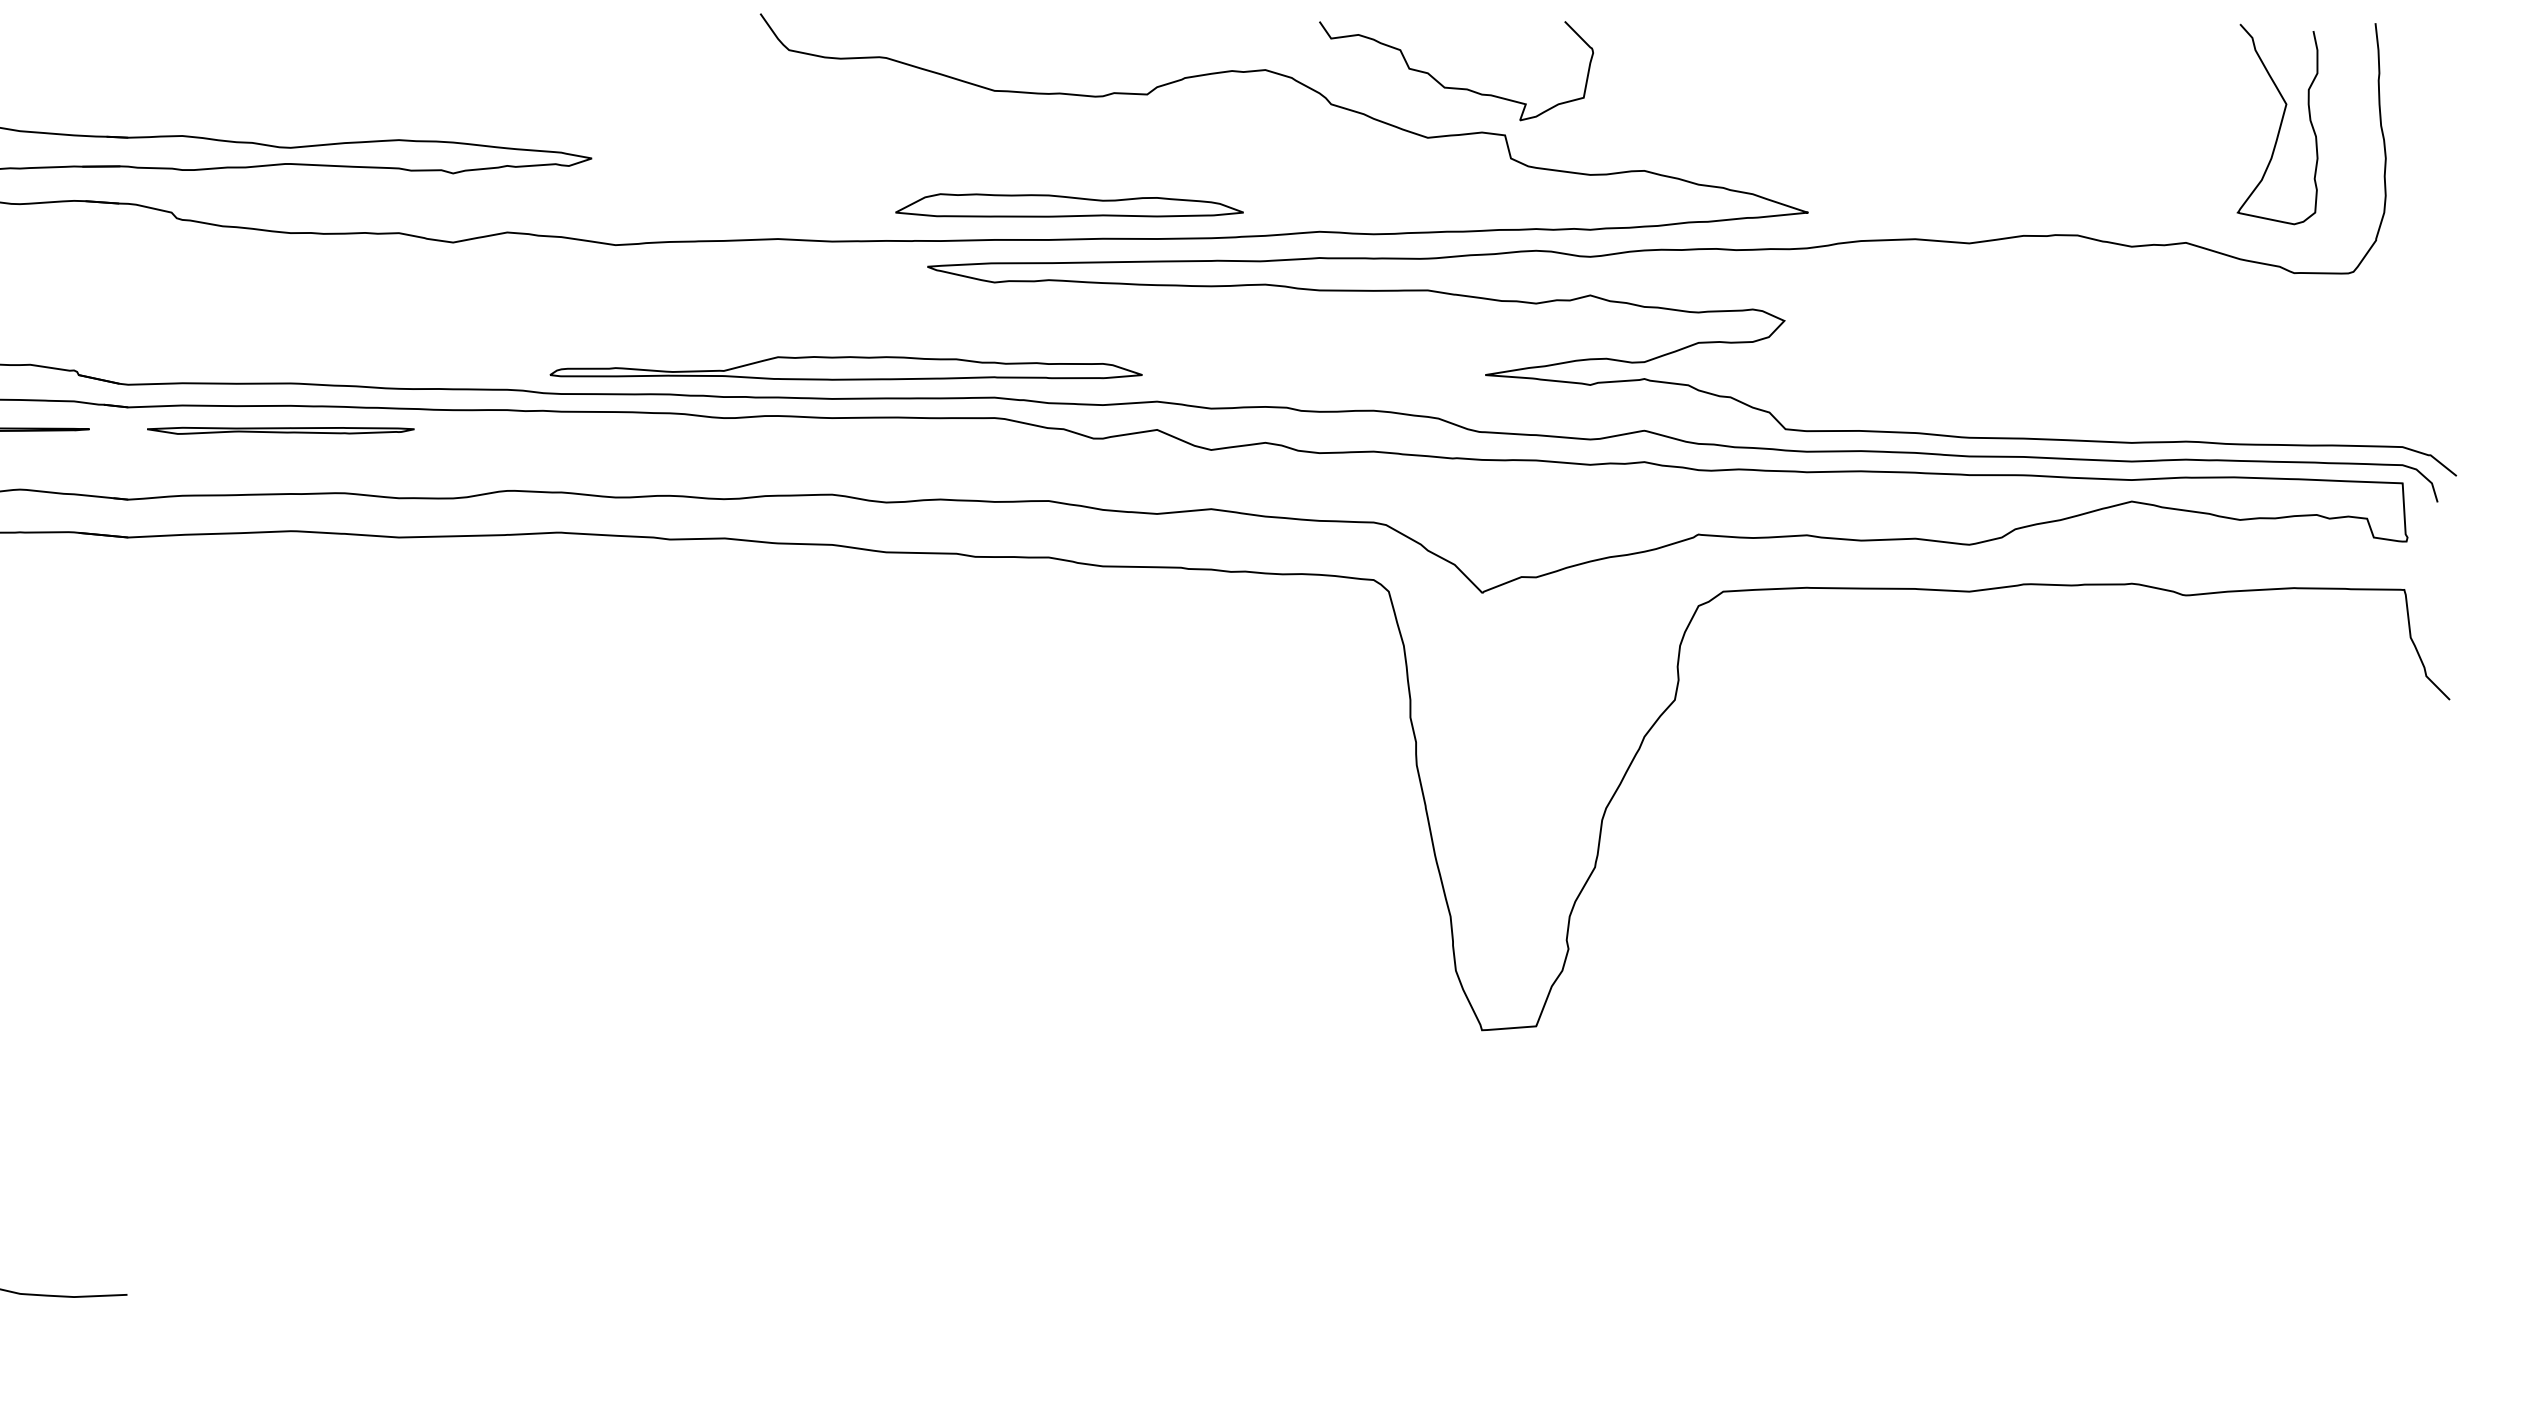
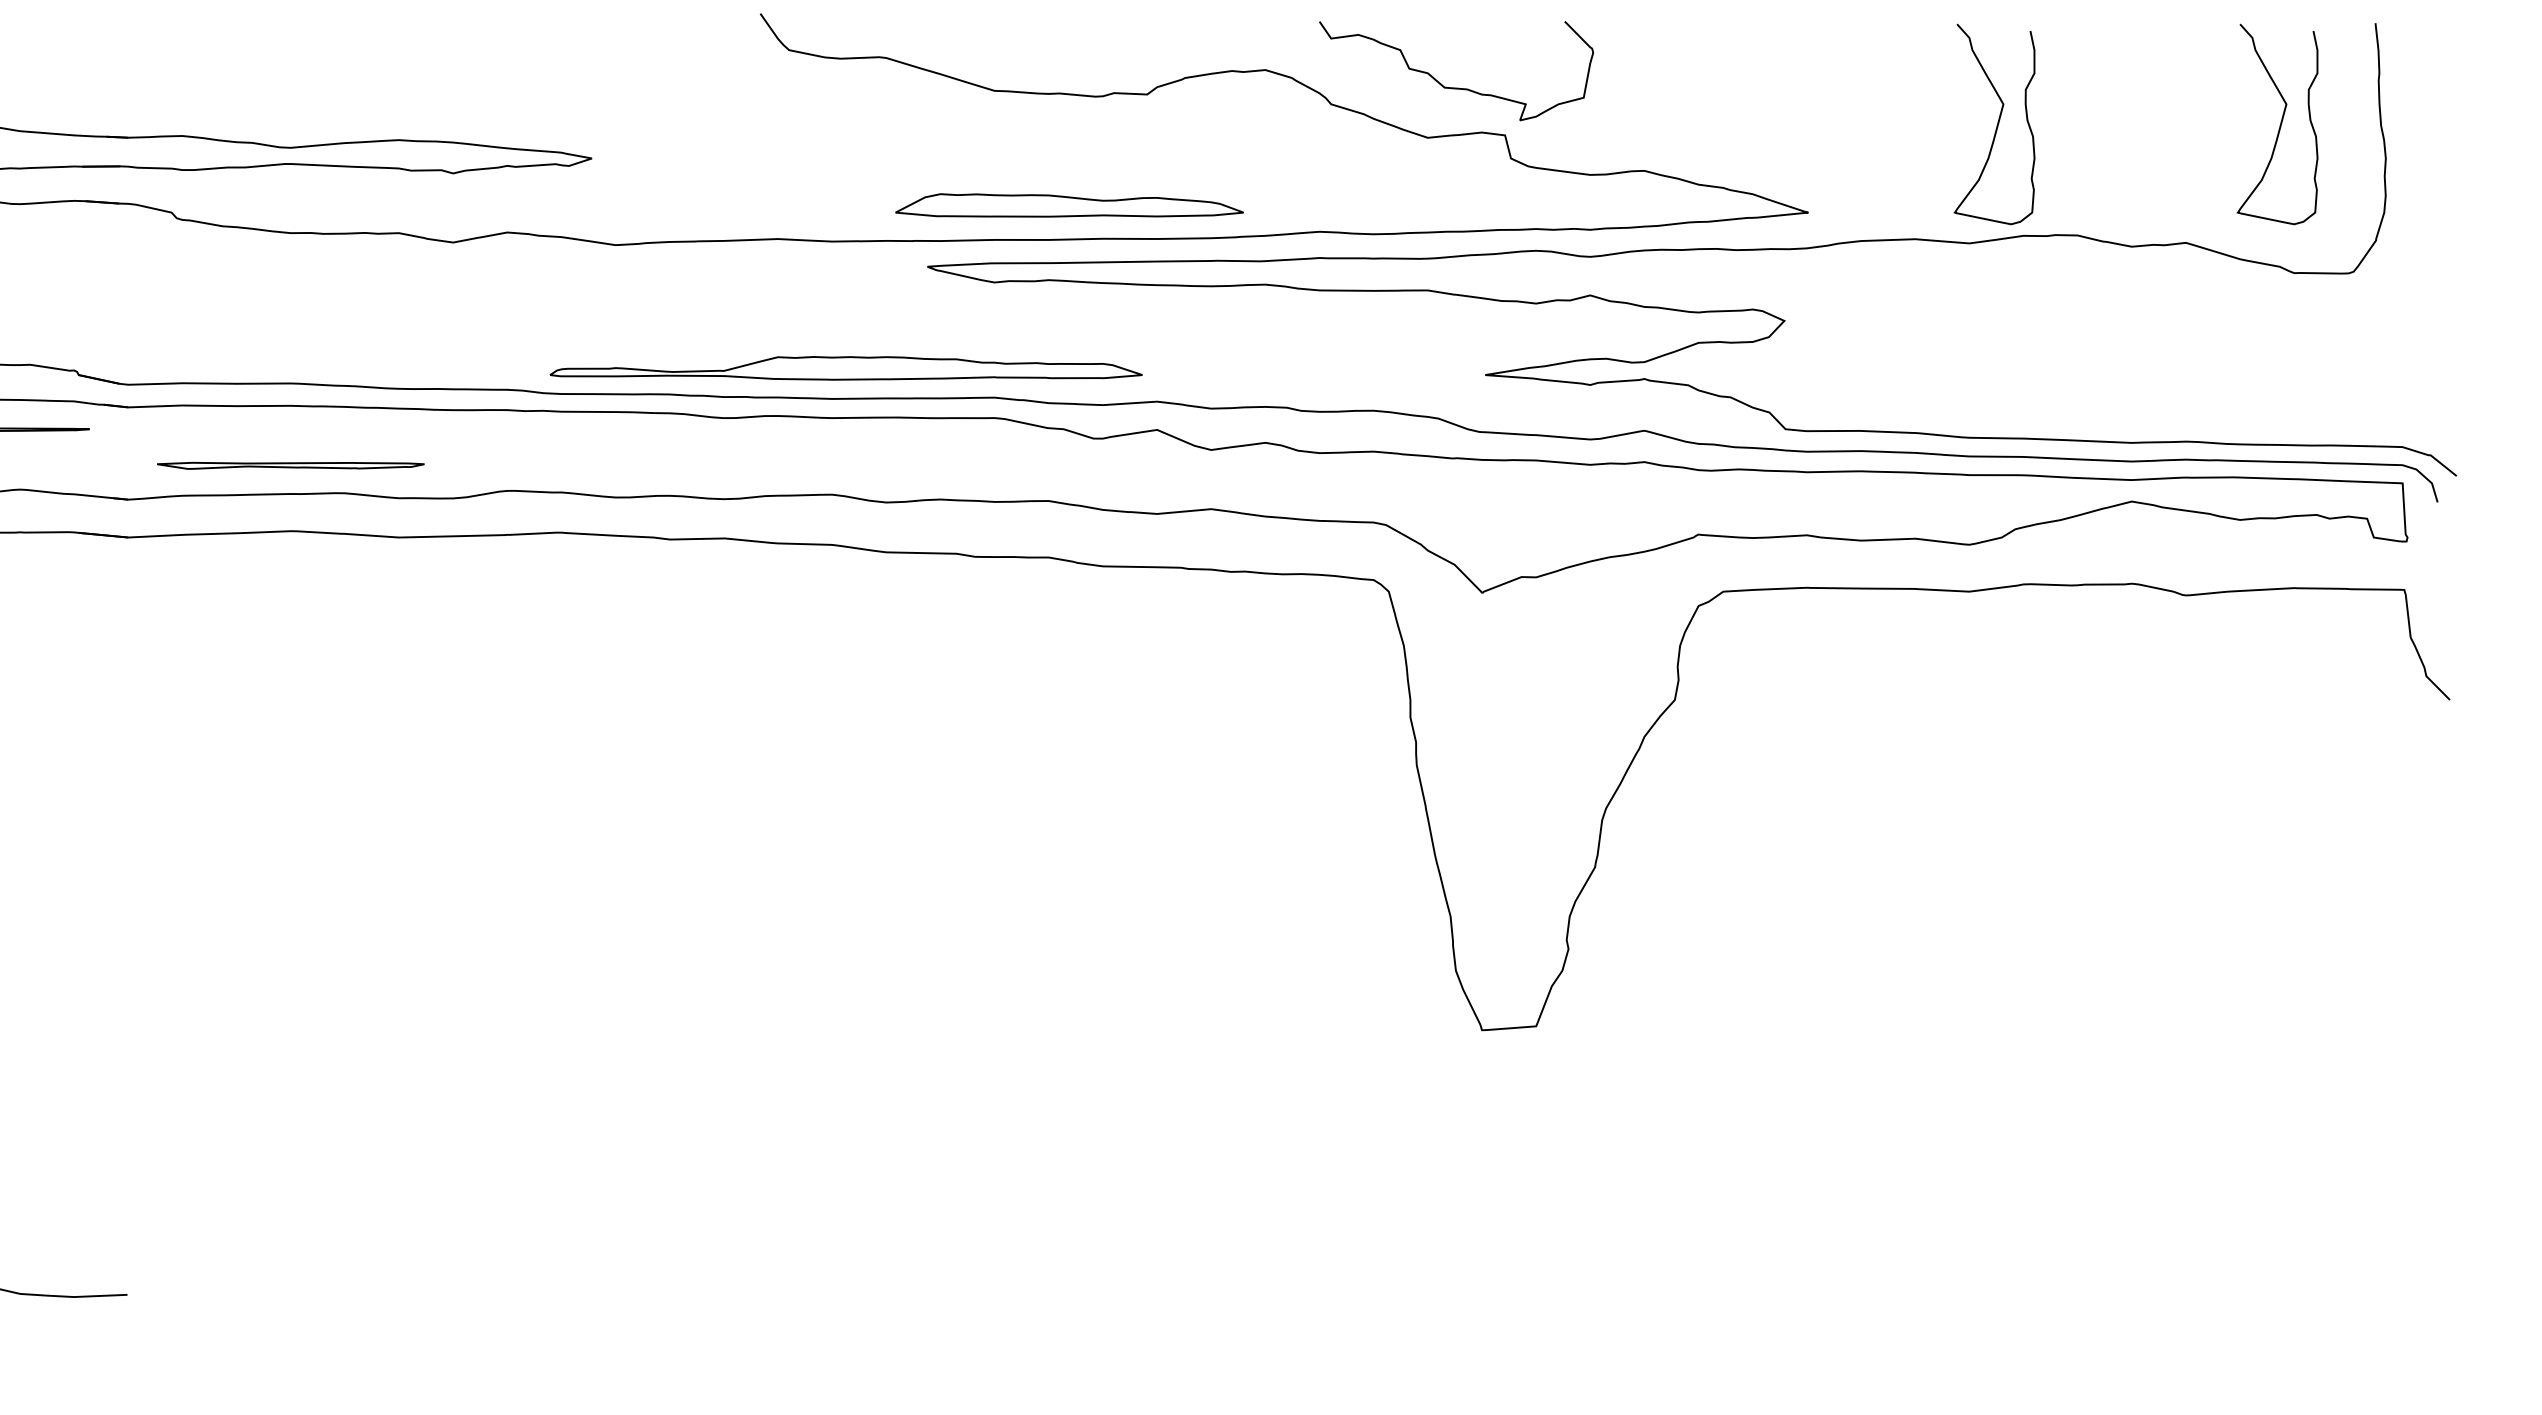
curve at (1996, 125): none -> present
part at (280, 430) position: (280, 430) -> (290, 465)
